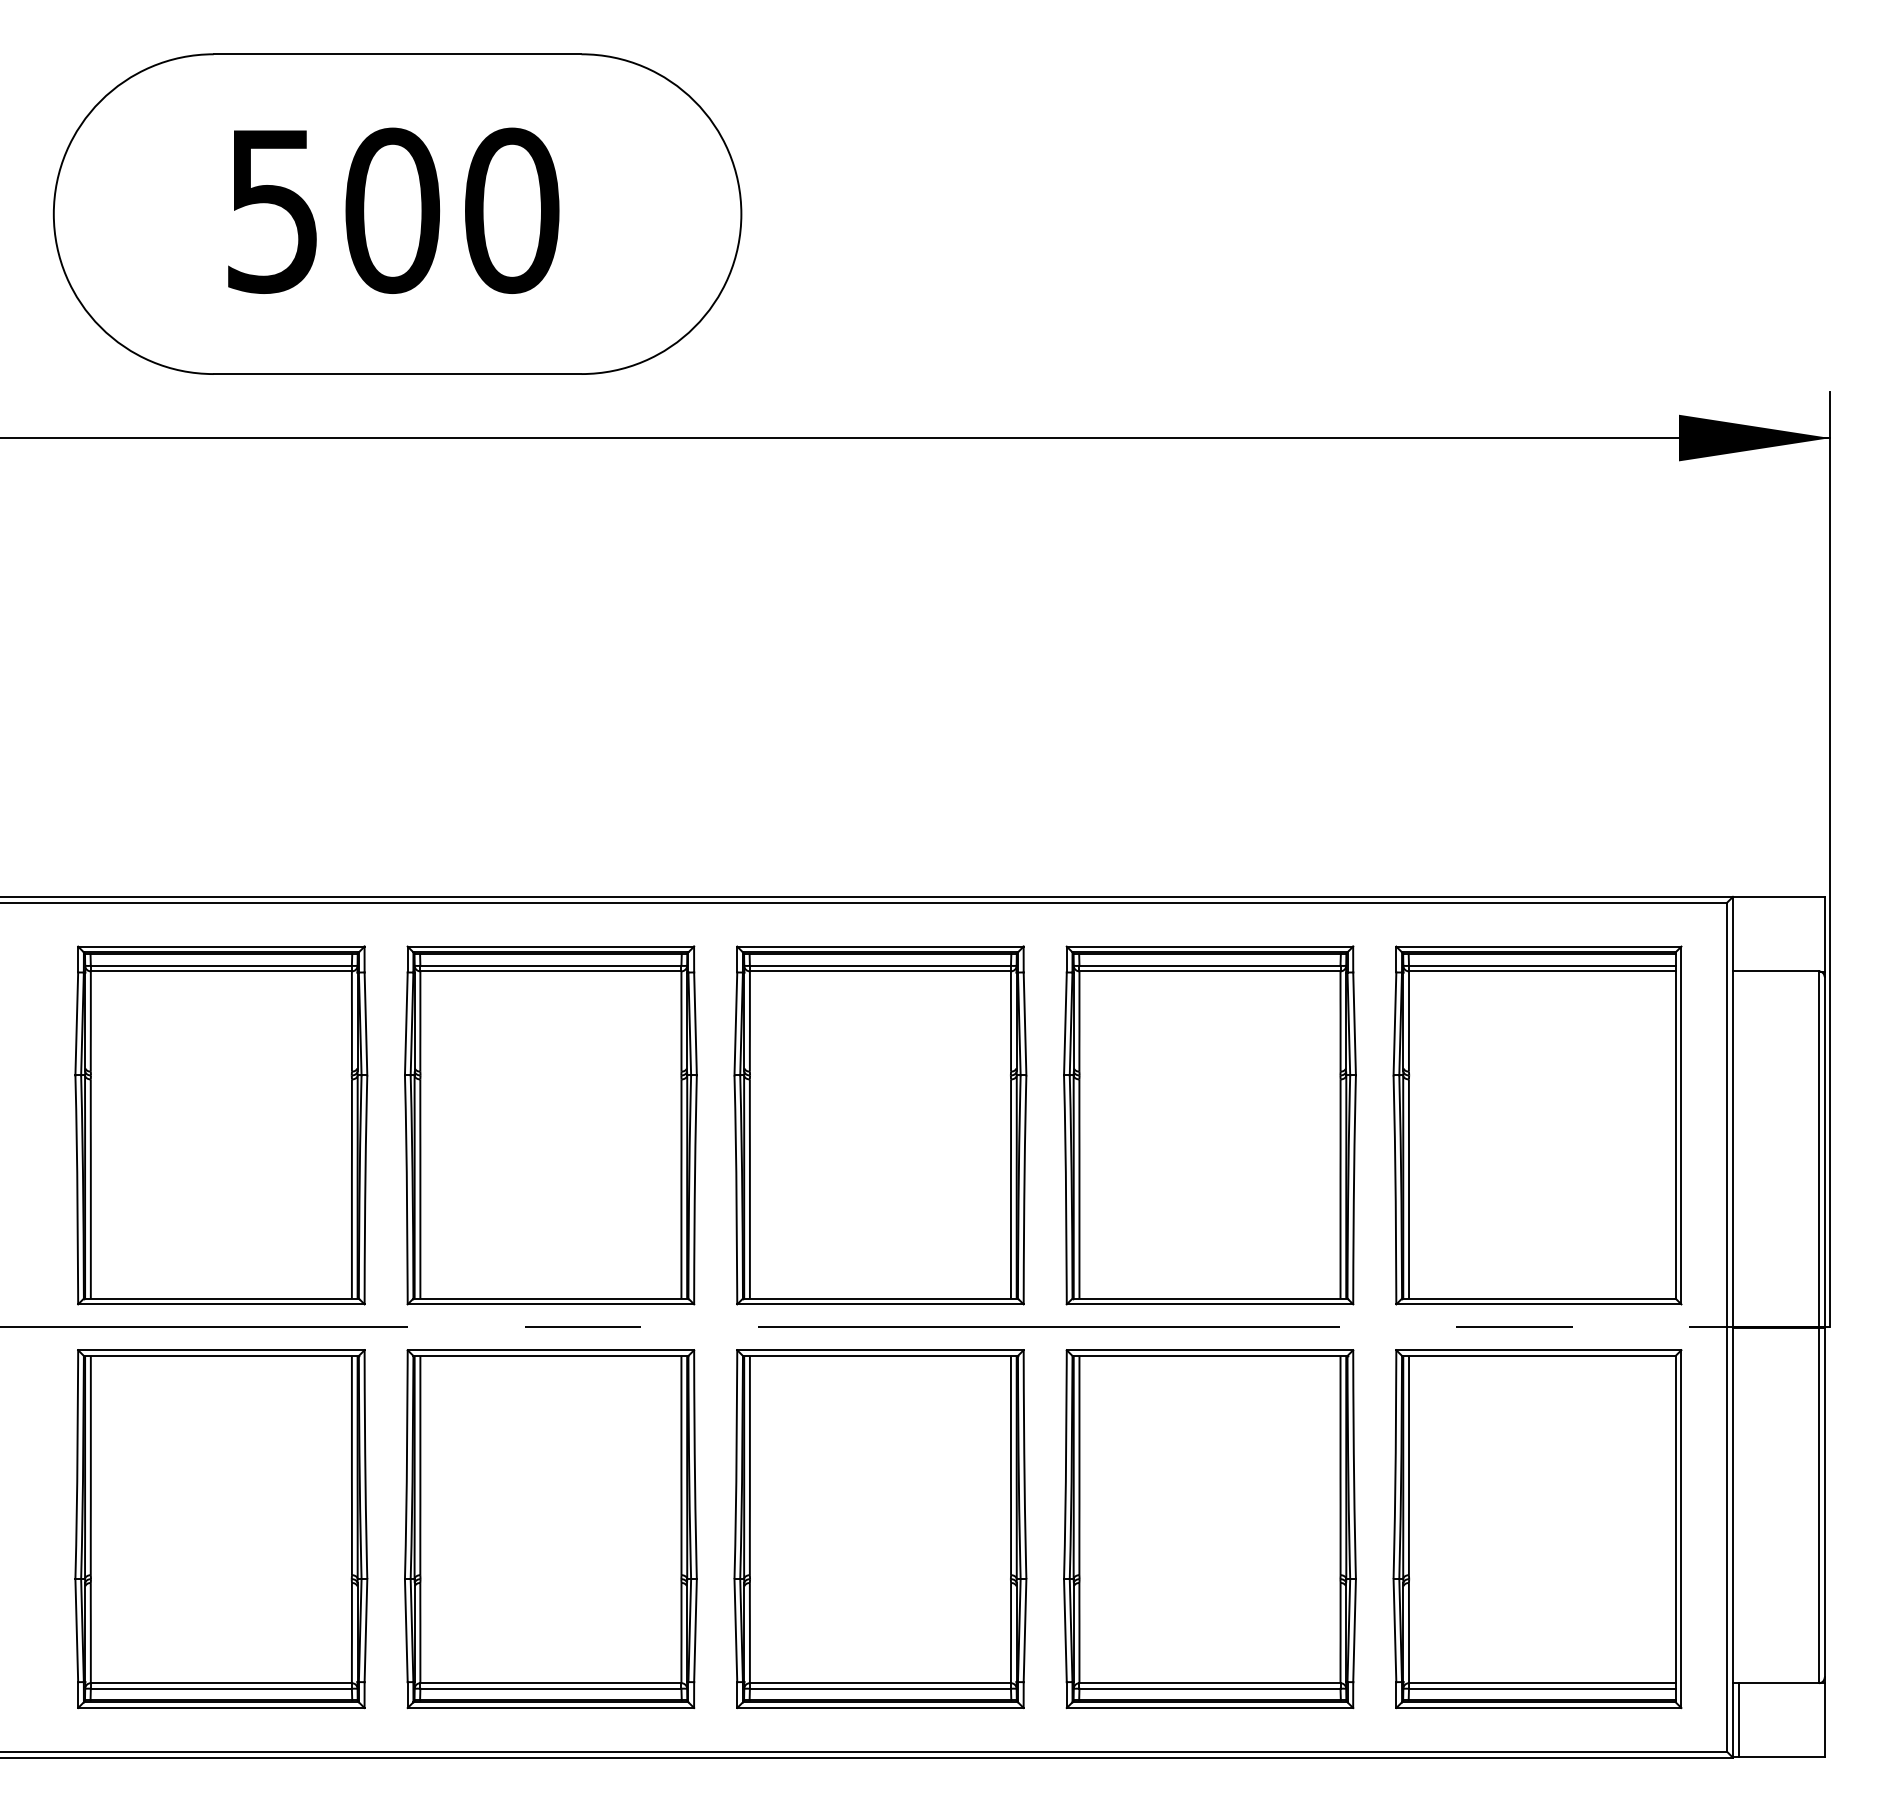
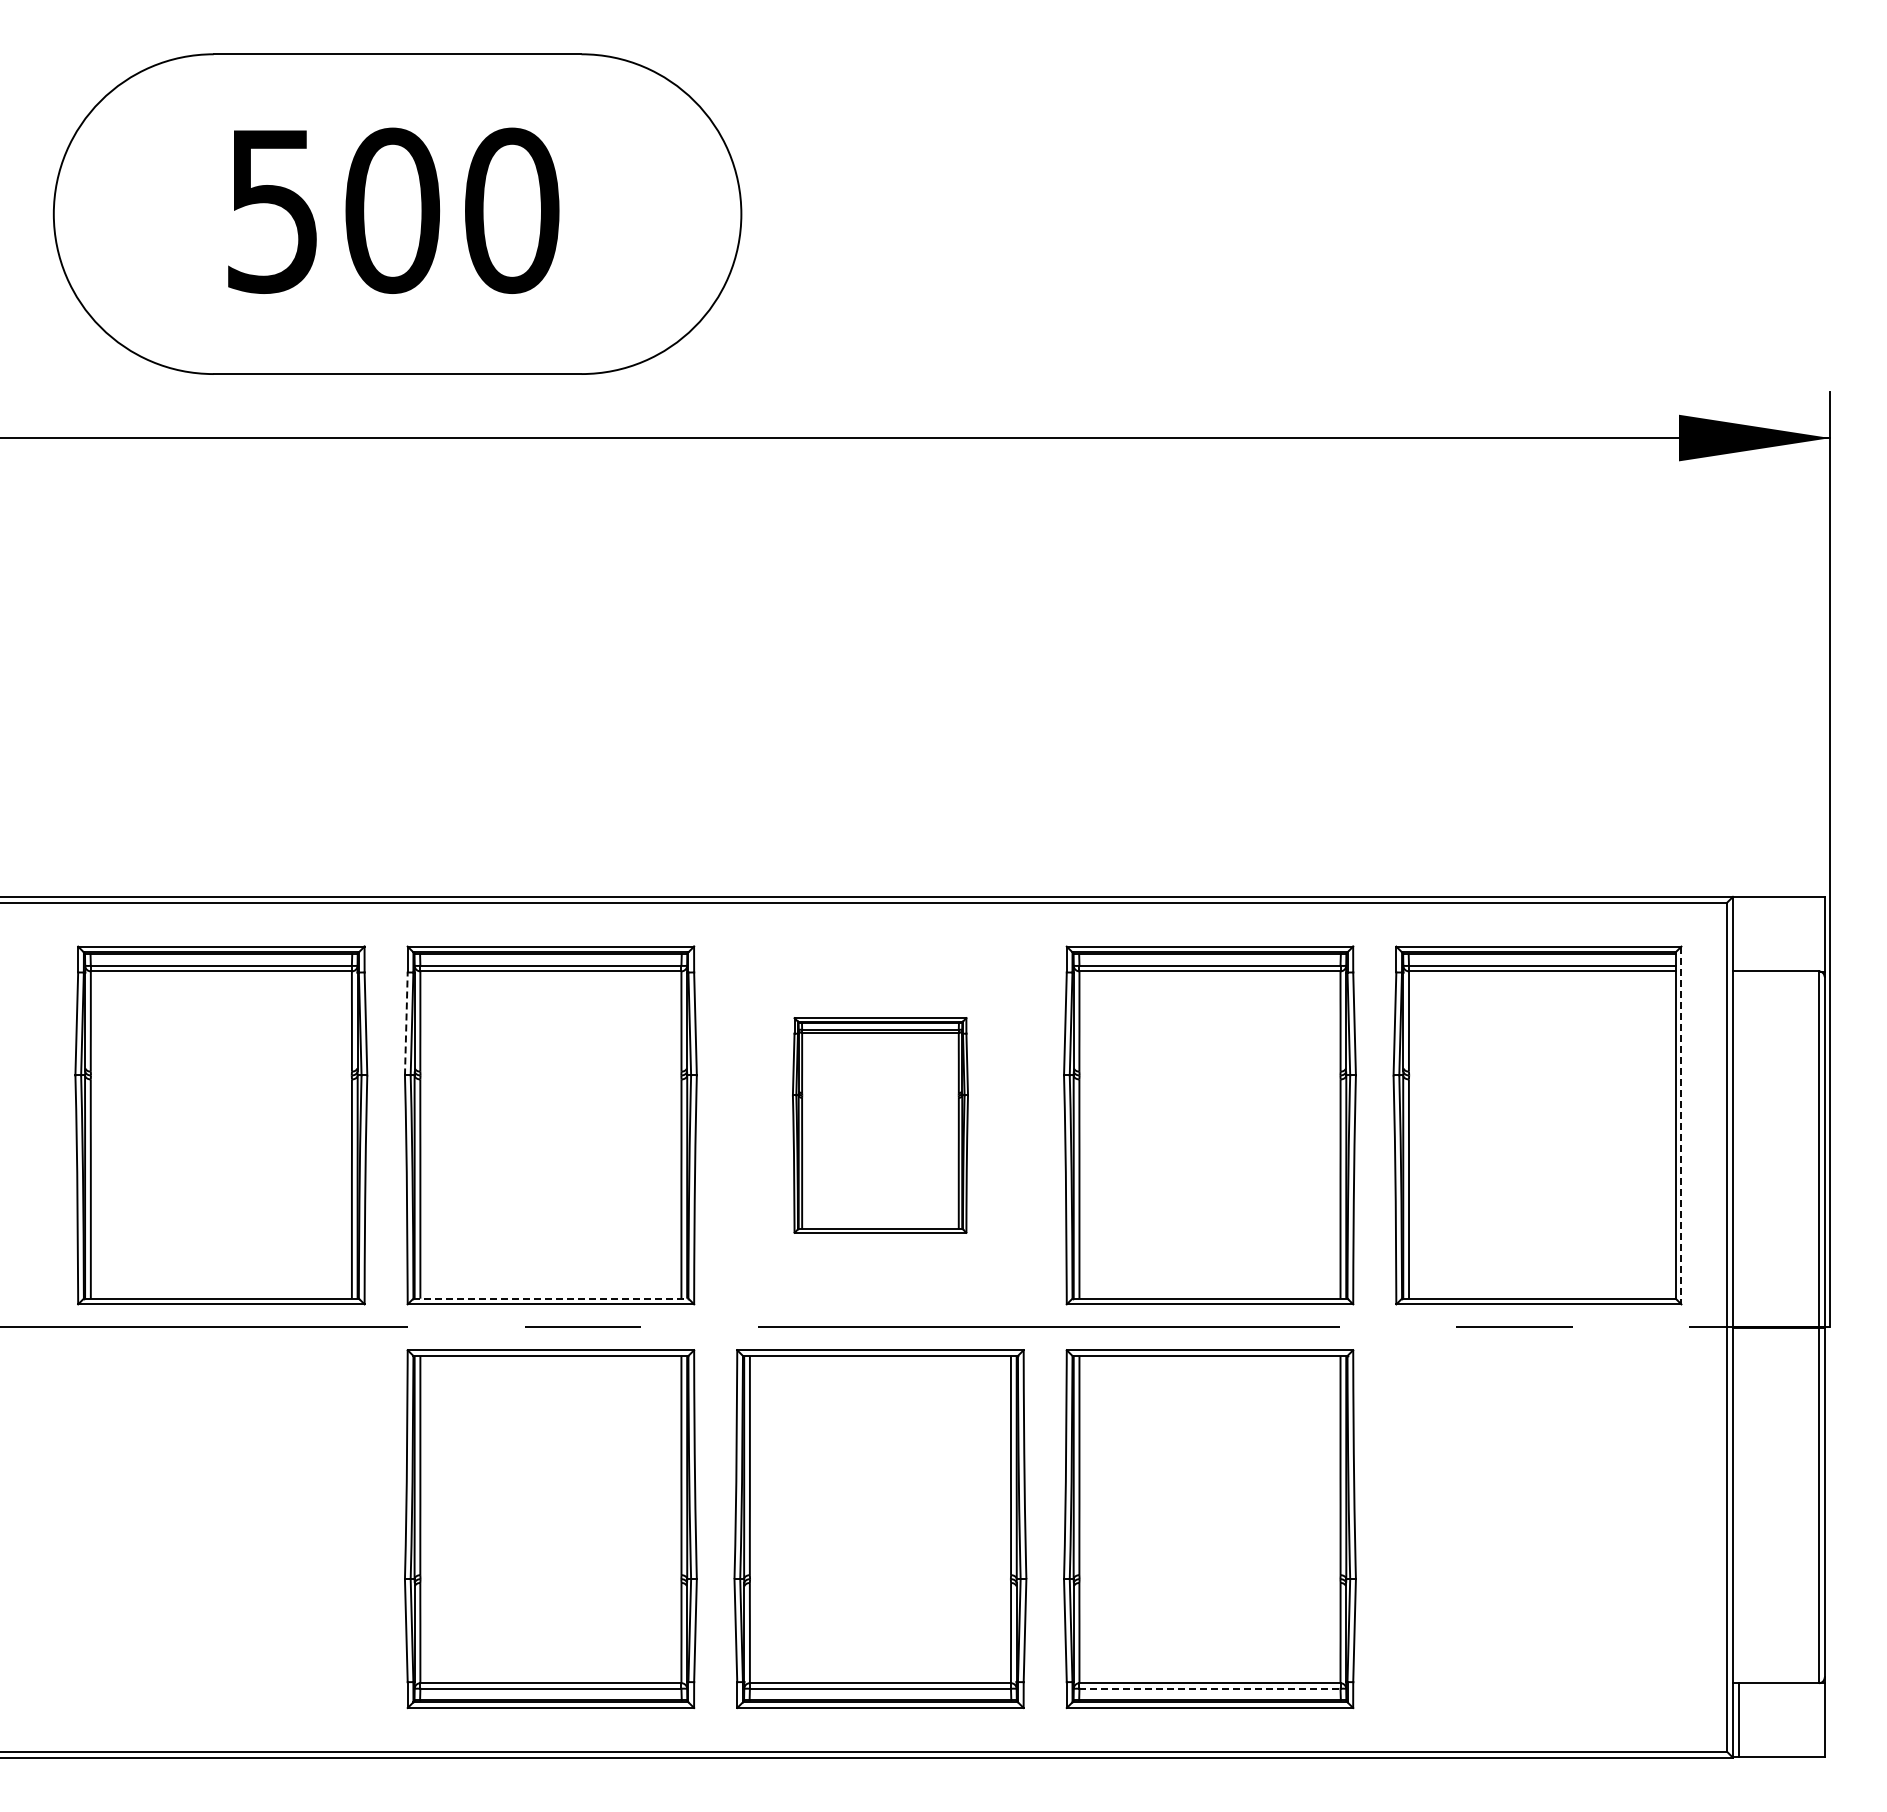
line at (406, 1023): solid -> dashed
part at (880, 1125) size: 295x361 px -> 177x217 px
line at (1681, 1125): solid -> dashed
line at (551, 1298): solid -> dashed
part at (221, 1529): present -> none
part at (1537, 1529): present -> none
line at (1209, 1688): solid -> dashed
